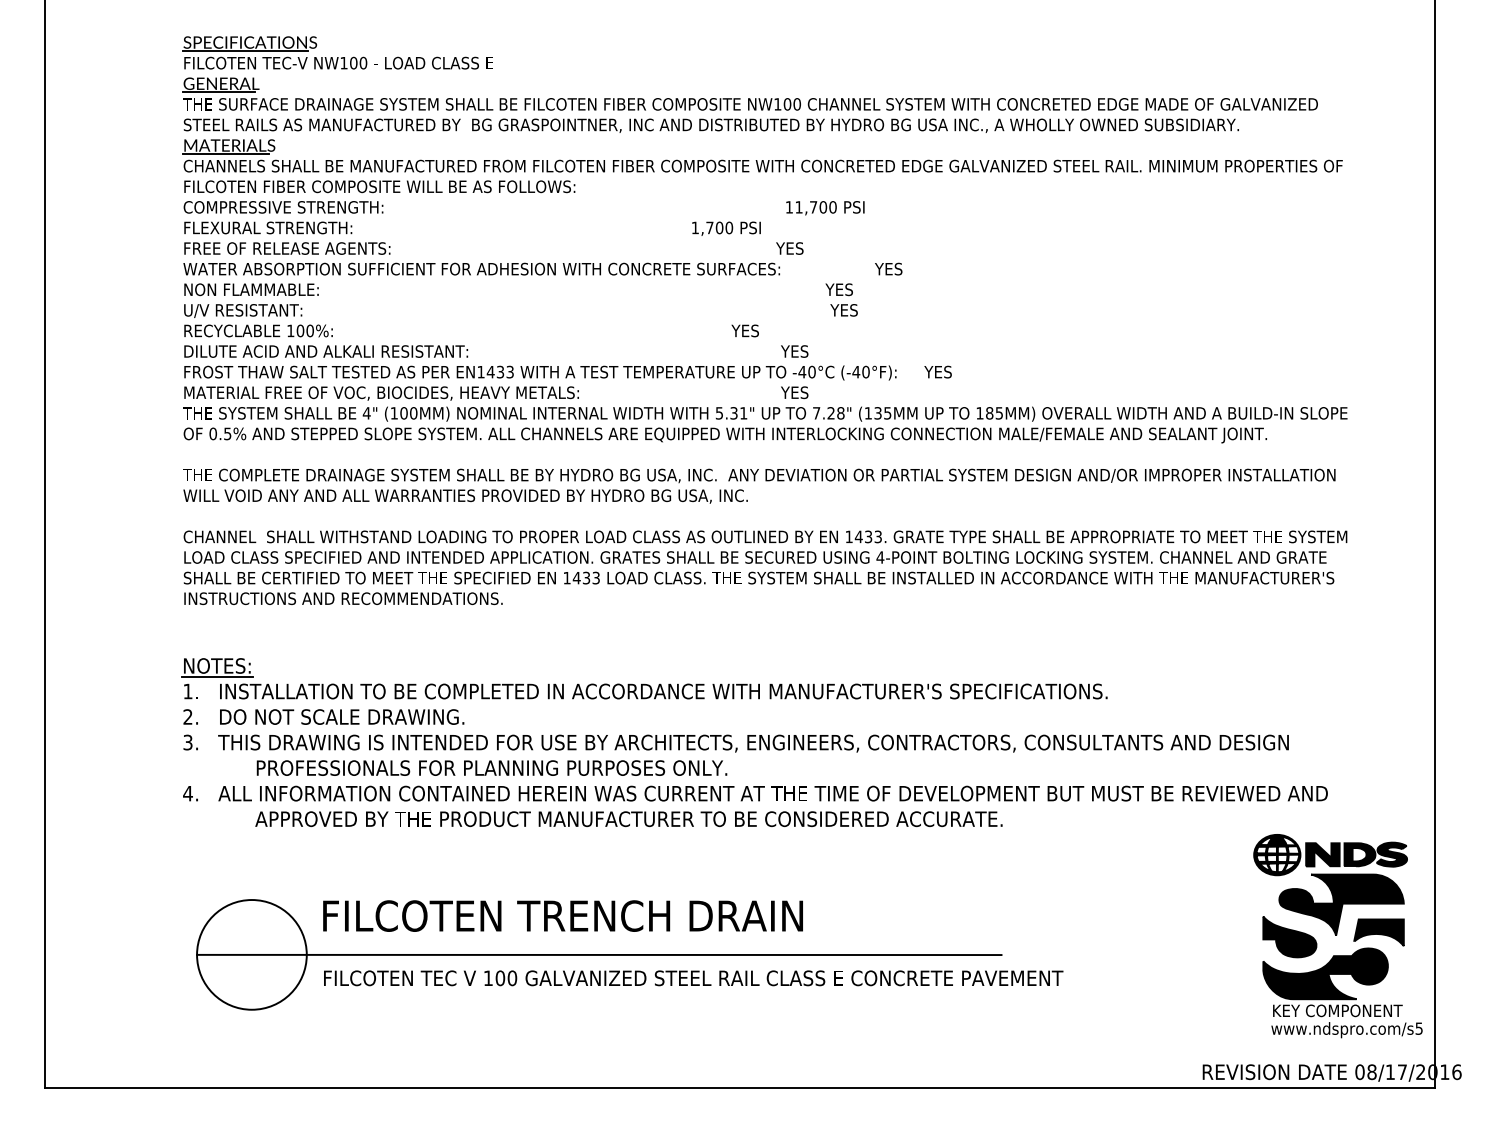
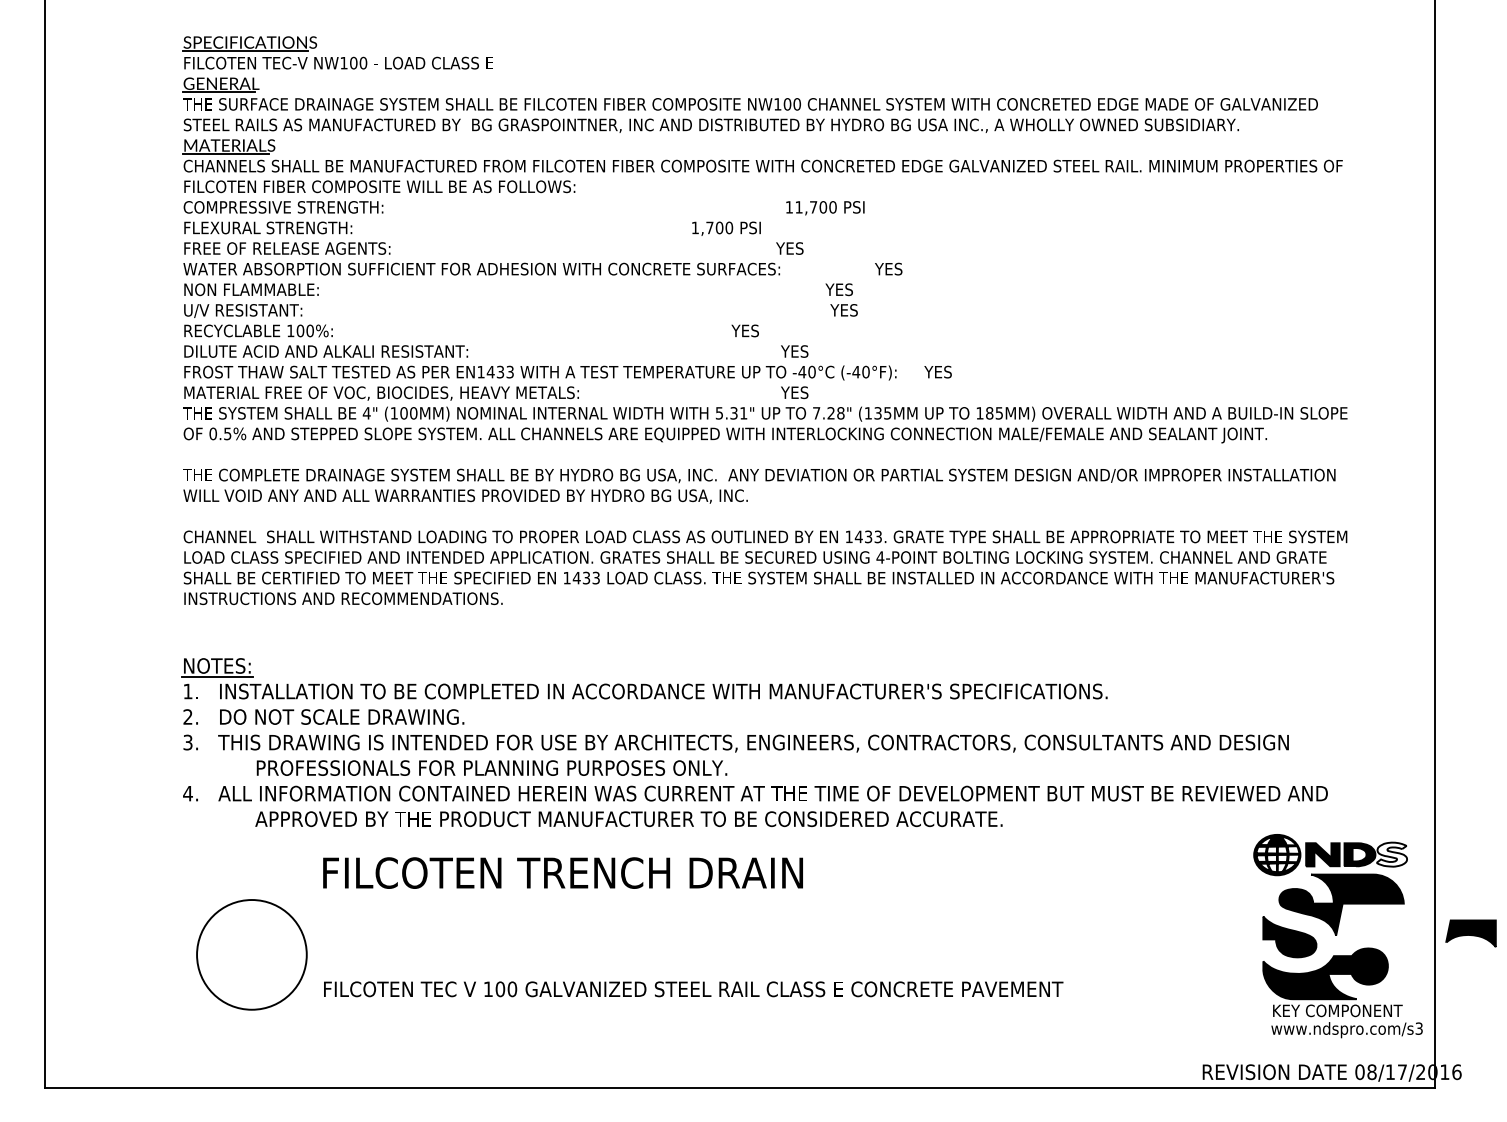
fill at (1391, 854): present -> none
text at (562, 915) position: (562, 915) -> (562, 872)
part at (1378, 932) position: (1378, 932) -> (1470, 933)
line at (599, 954): present -> none
text at (693, 978) position: (693, 978) -> (693, 989)
text at (1419, 1027): www.ndspro.com/s5 -> www.ndspro.com/s3
